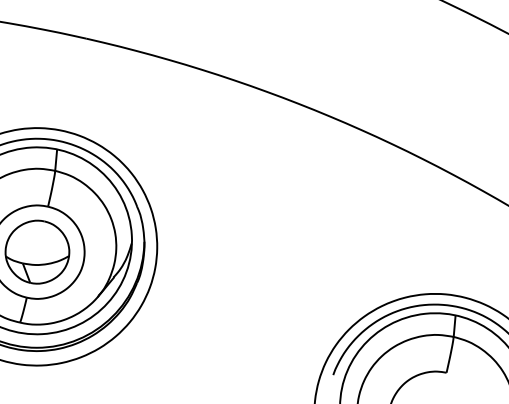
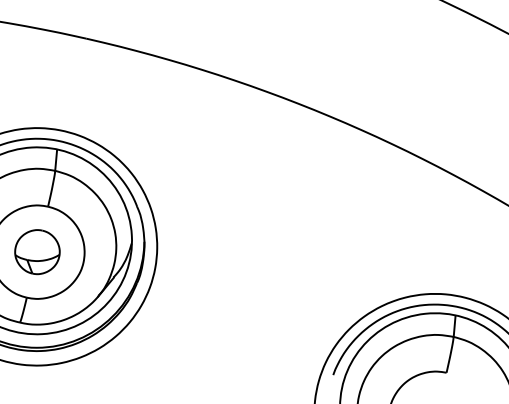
part at (37, 251) size: 67x66 px -> 47x47 px
